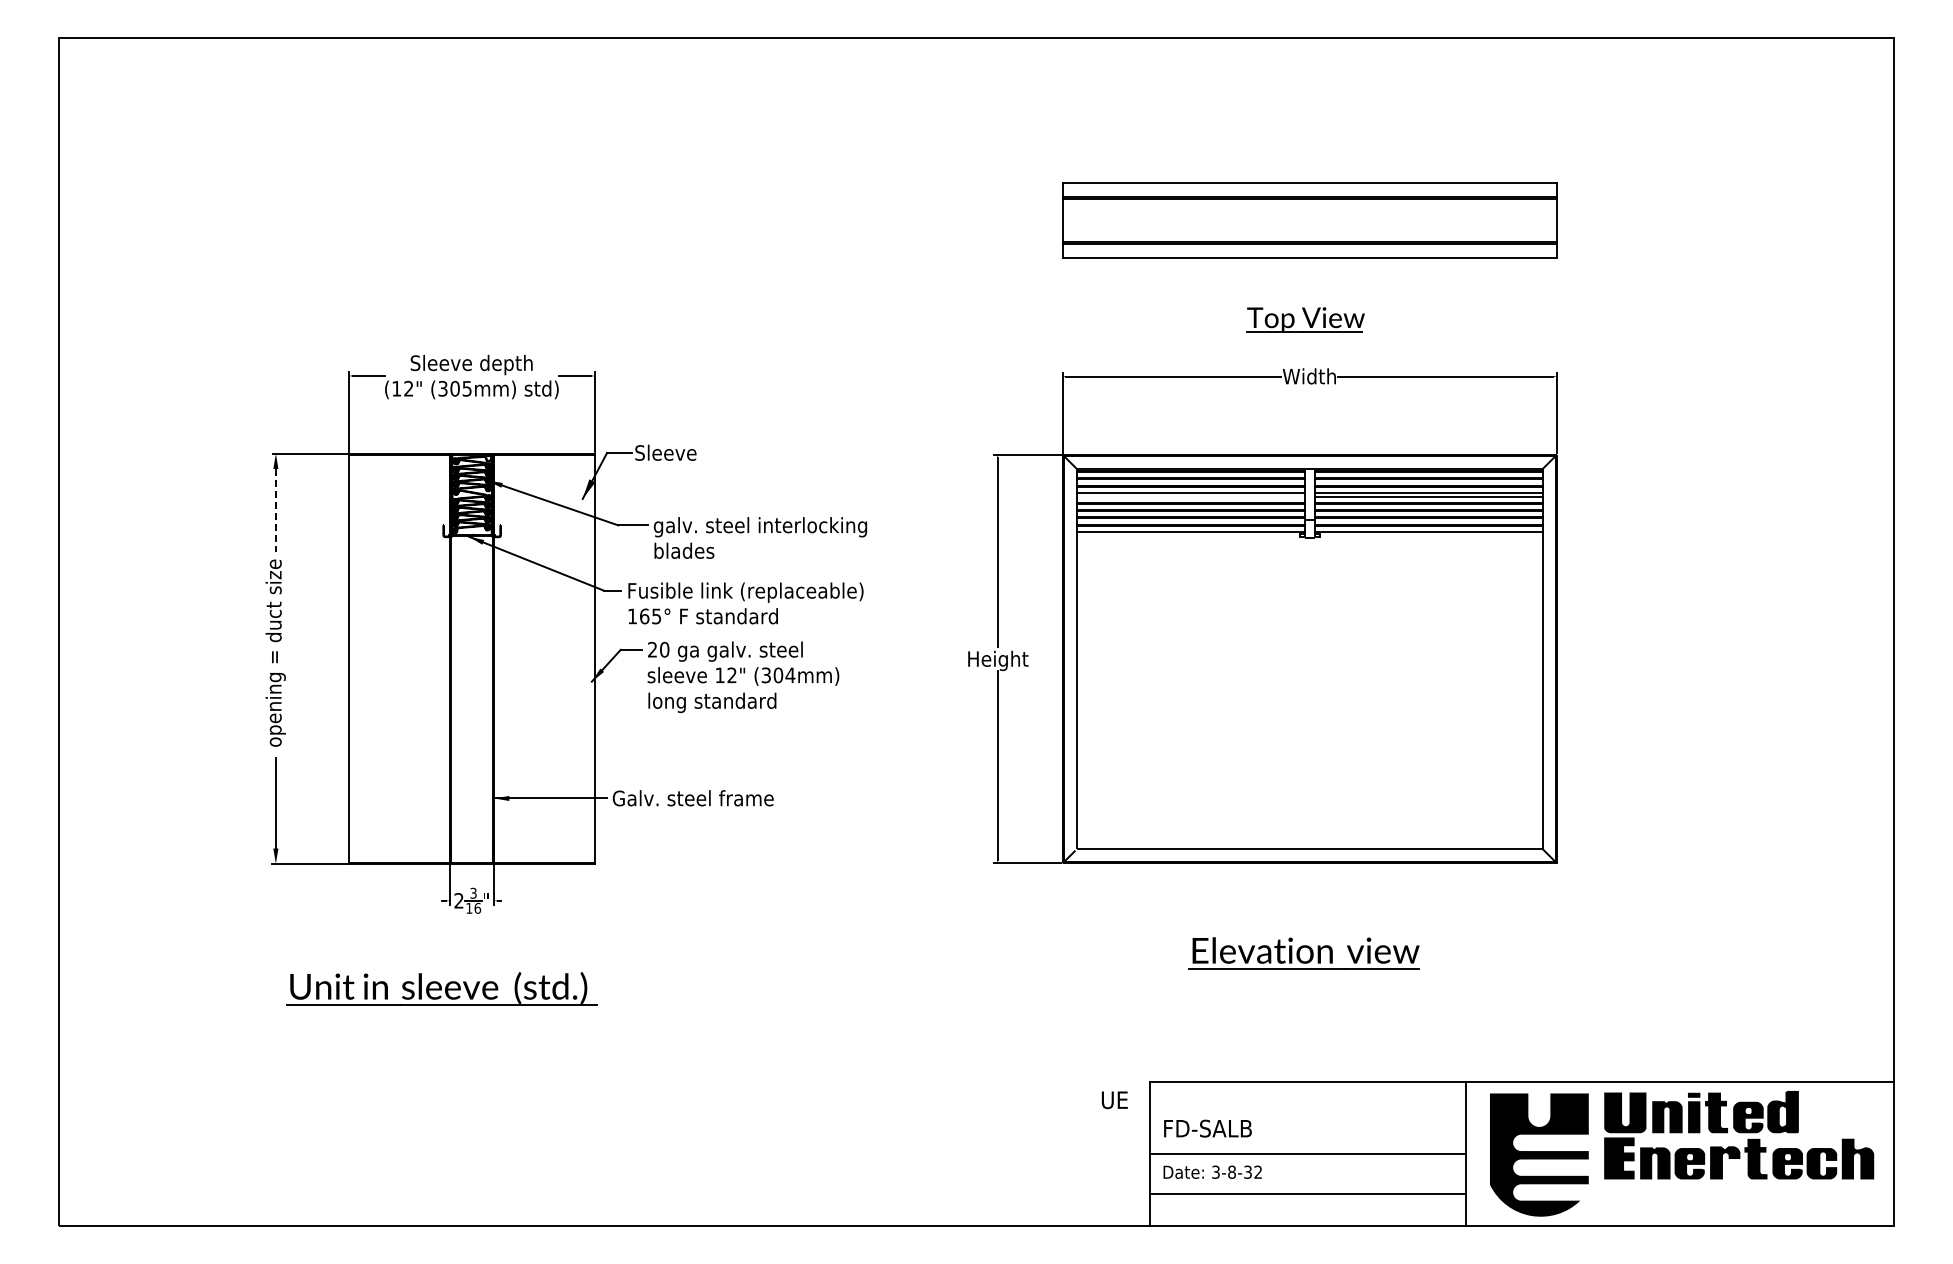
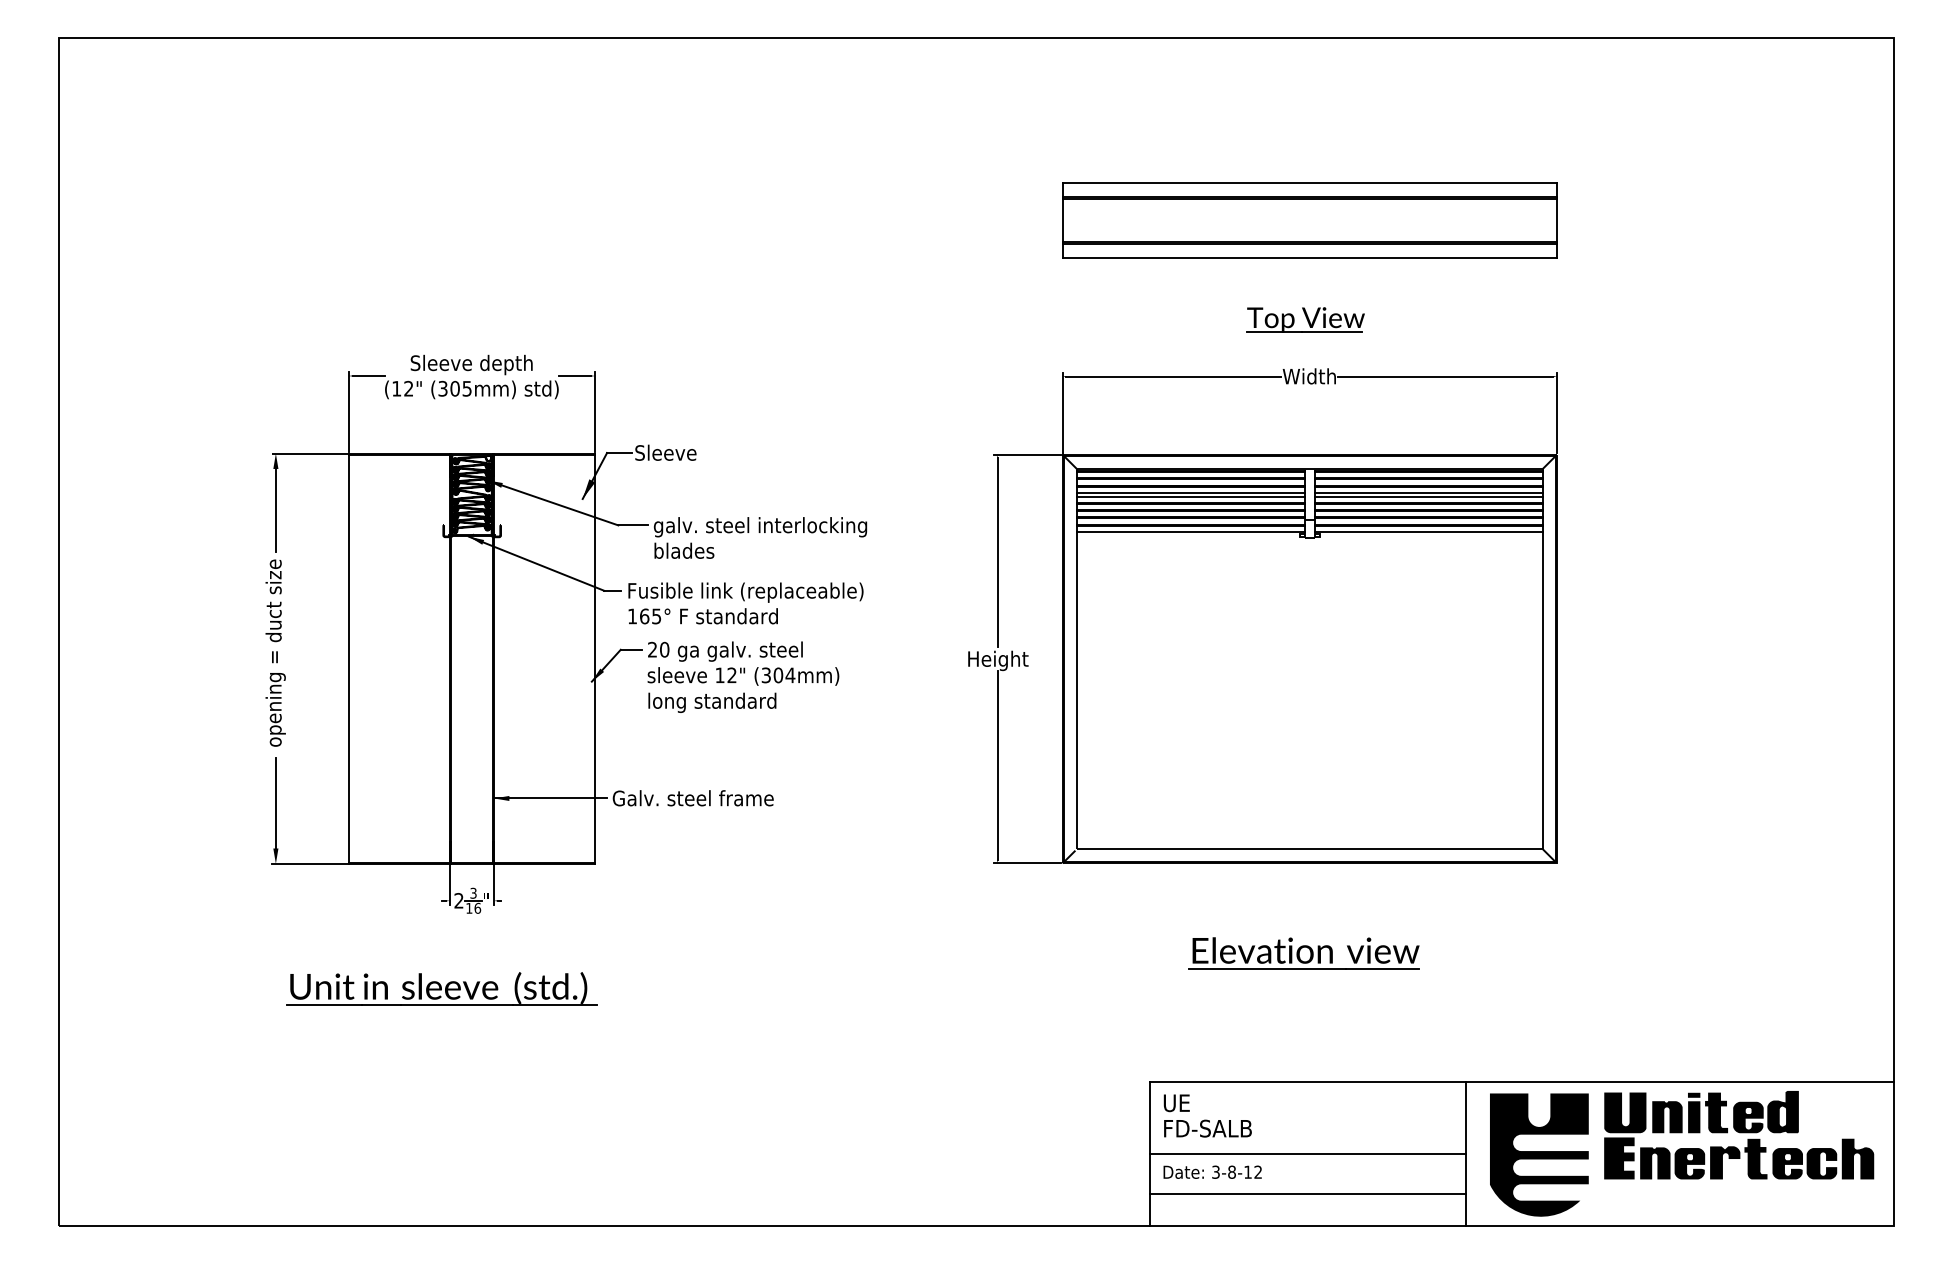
line at (1190, 496): none -> present
line at (275, 510): dashed -> solid
text at (1114, 1100) position: (1114, 1100) -> (1176, 1103)
text at (1247, 1171): 3-8-32 -> 3-8-12
